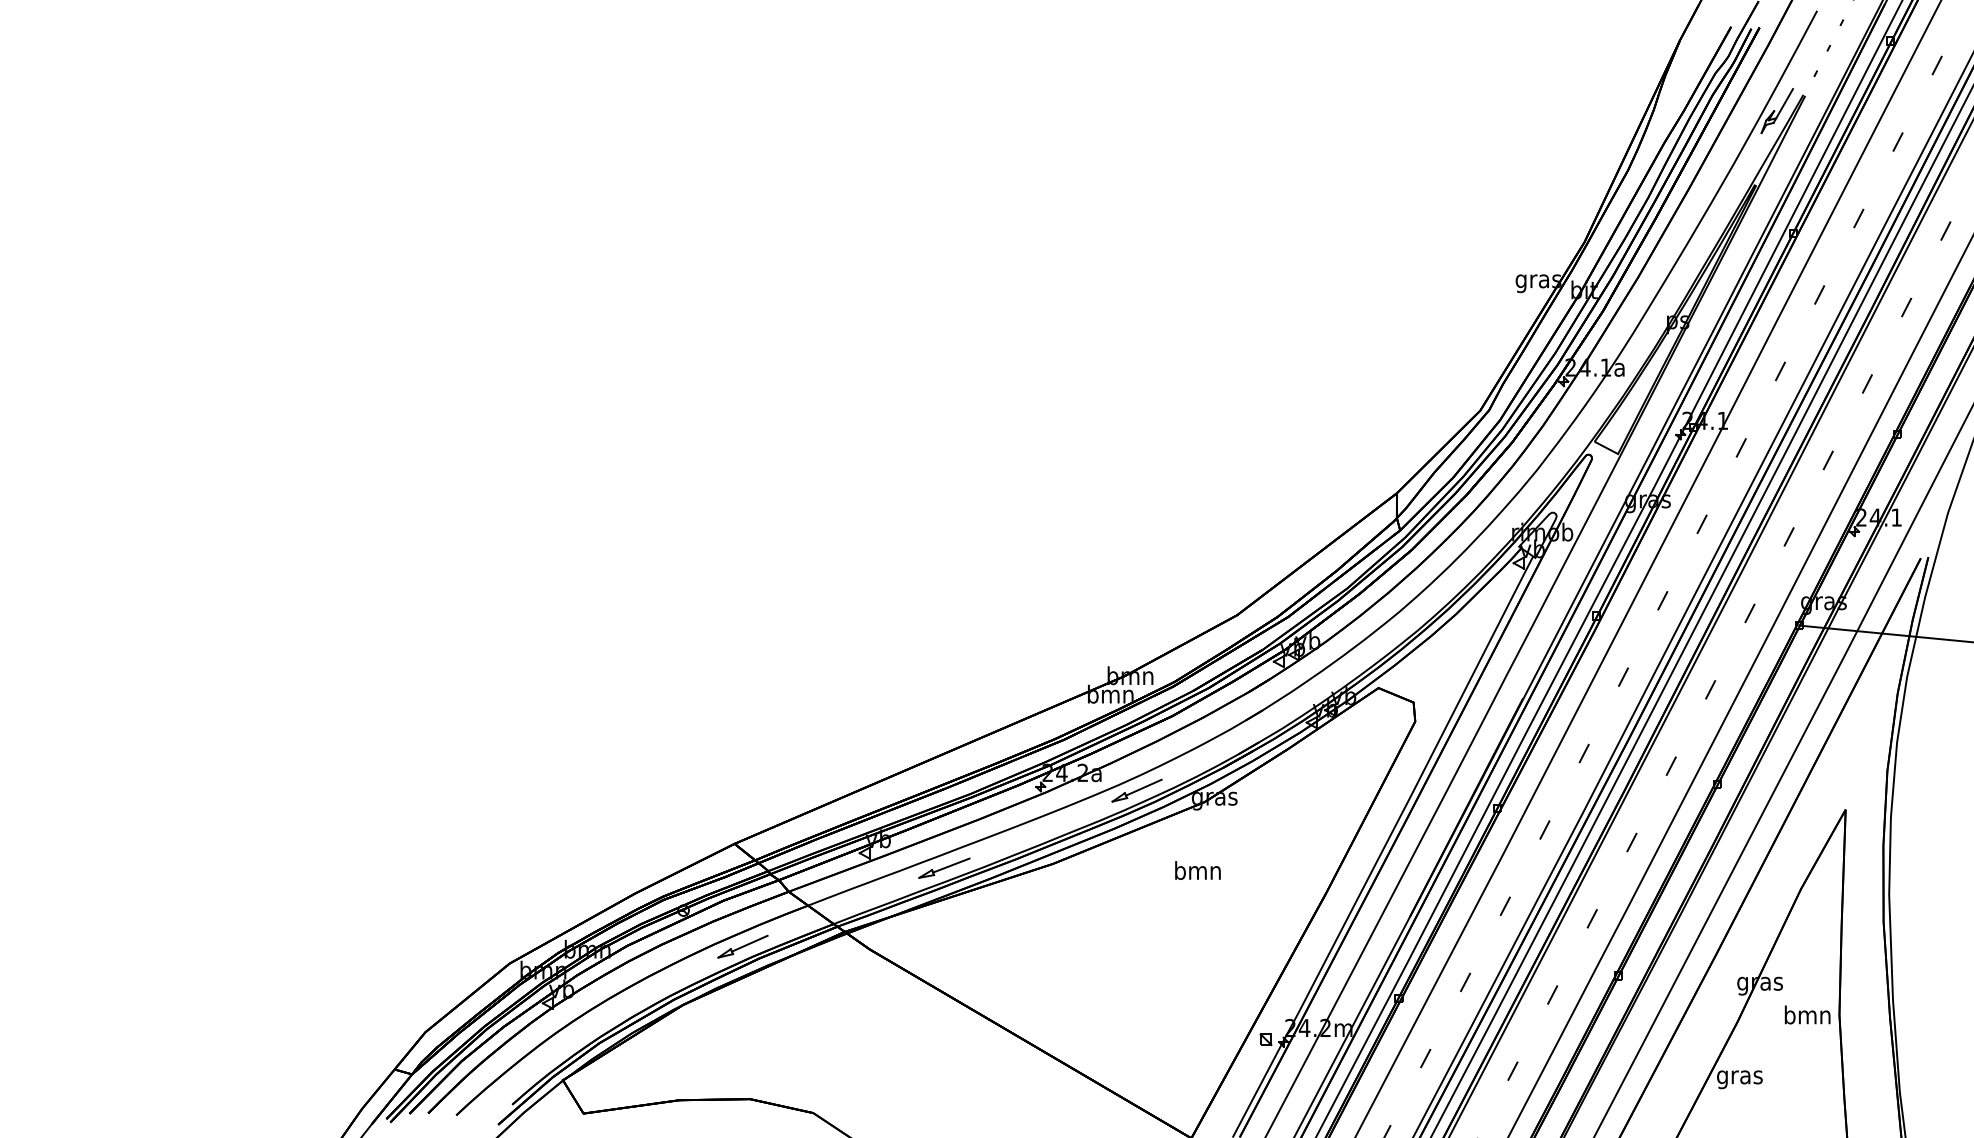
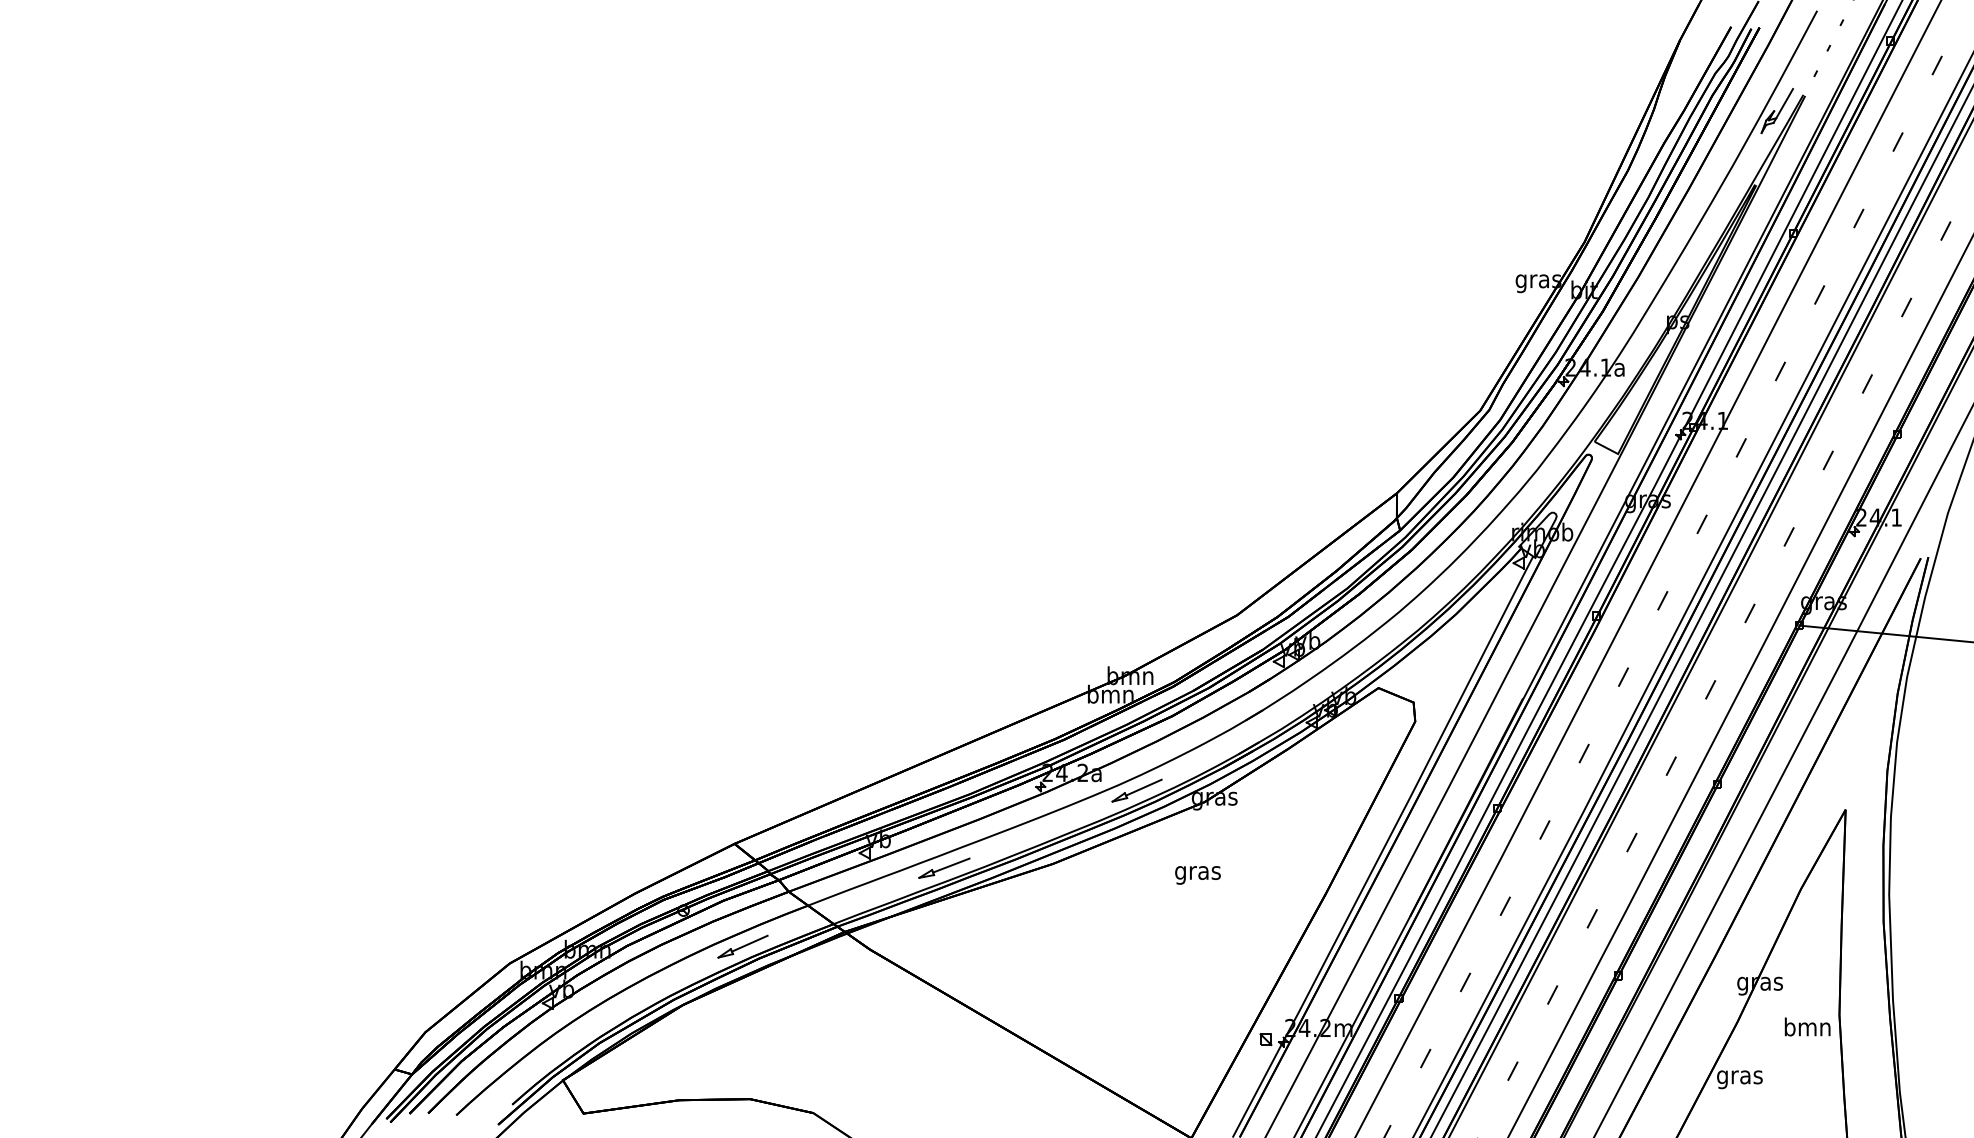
text at (1197, 872): bmn -> gras
text at (1807, 1014) position: (1807, 1014) -> (1807, 1026)
